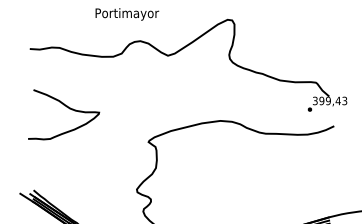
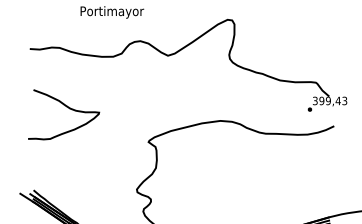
text at (127, 14) position: (127, 14) -> (112, 12)
